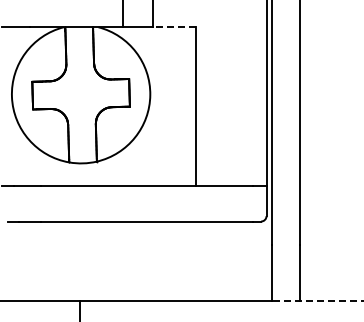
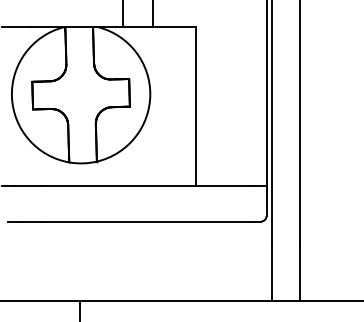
line at (174, 27): dashed -> solid
line at (317, 300): dashed -> solid
